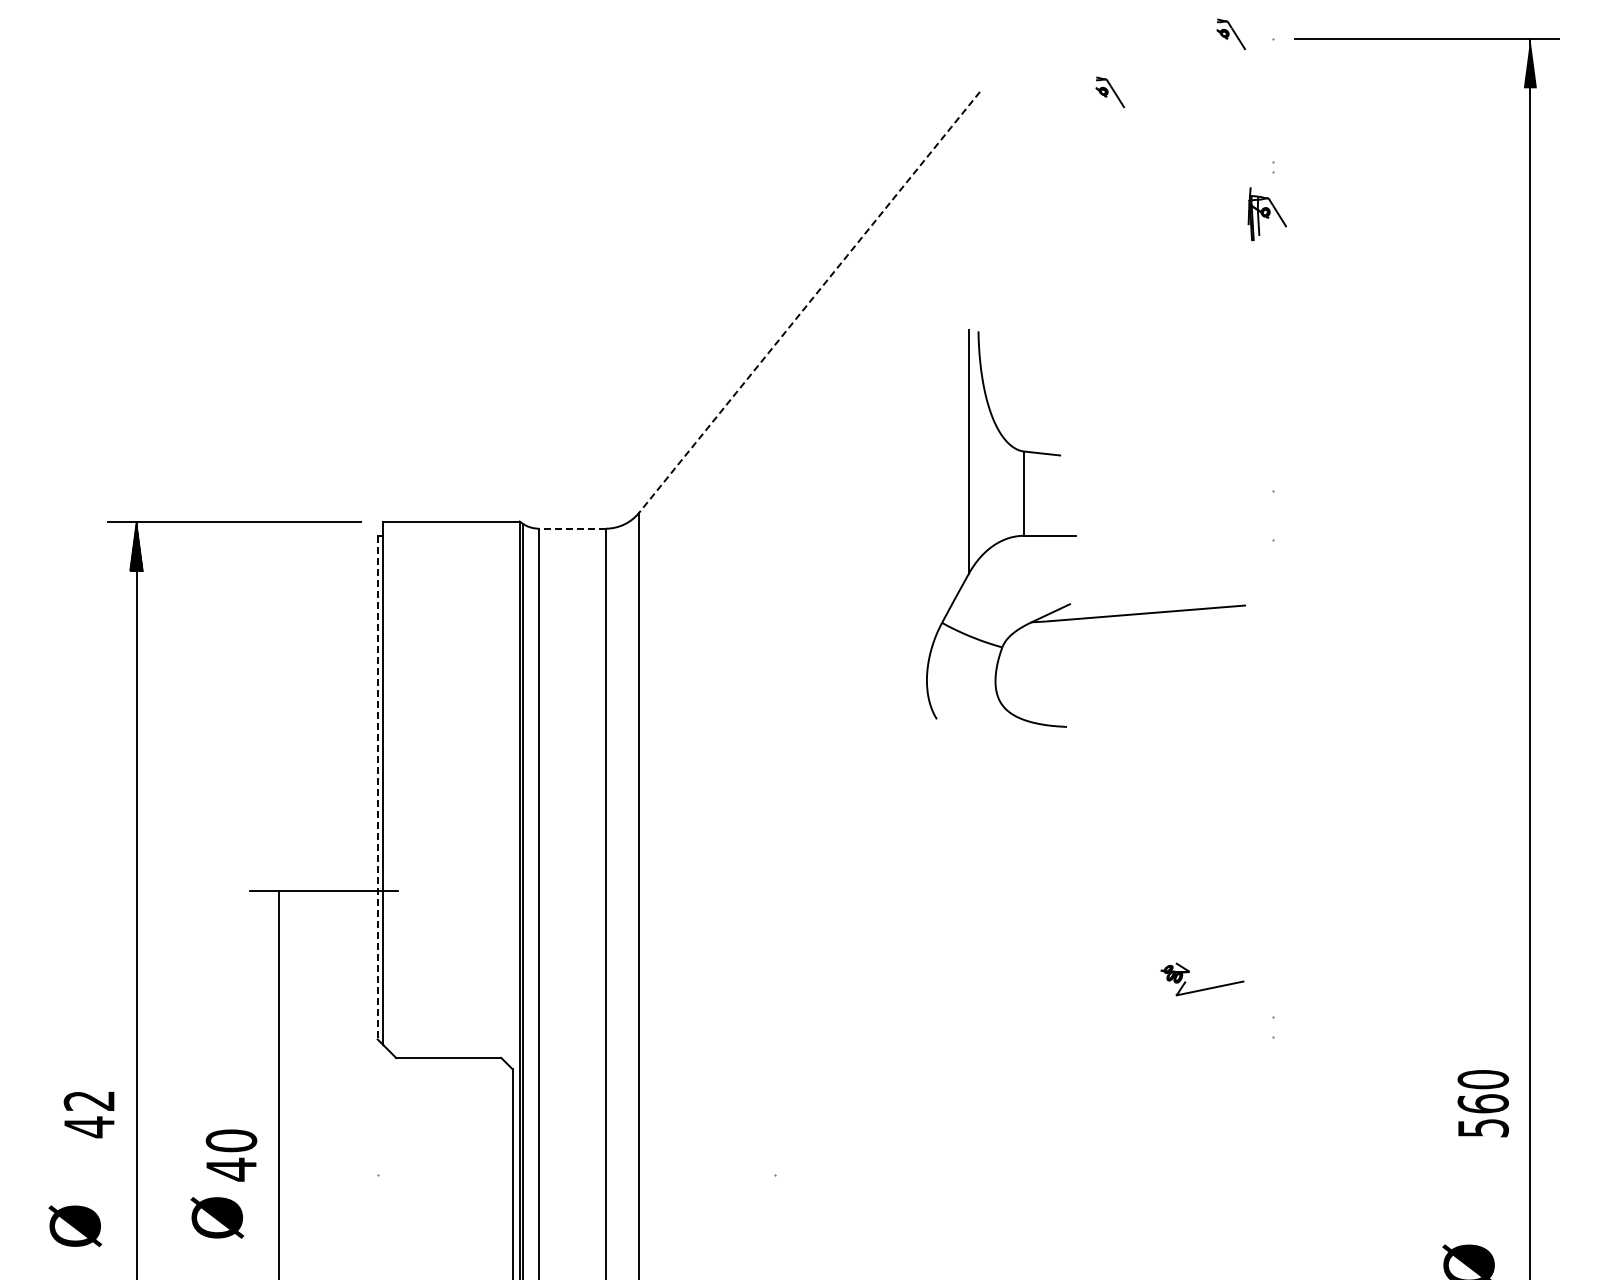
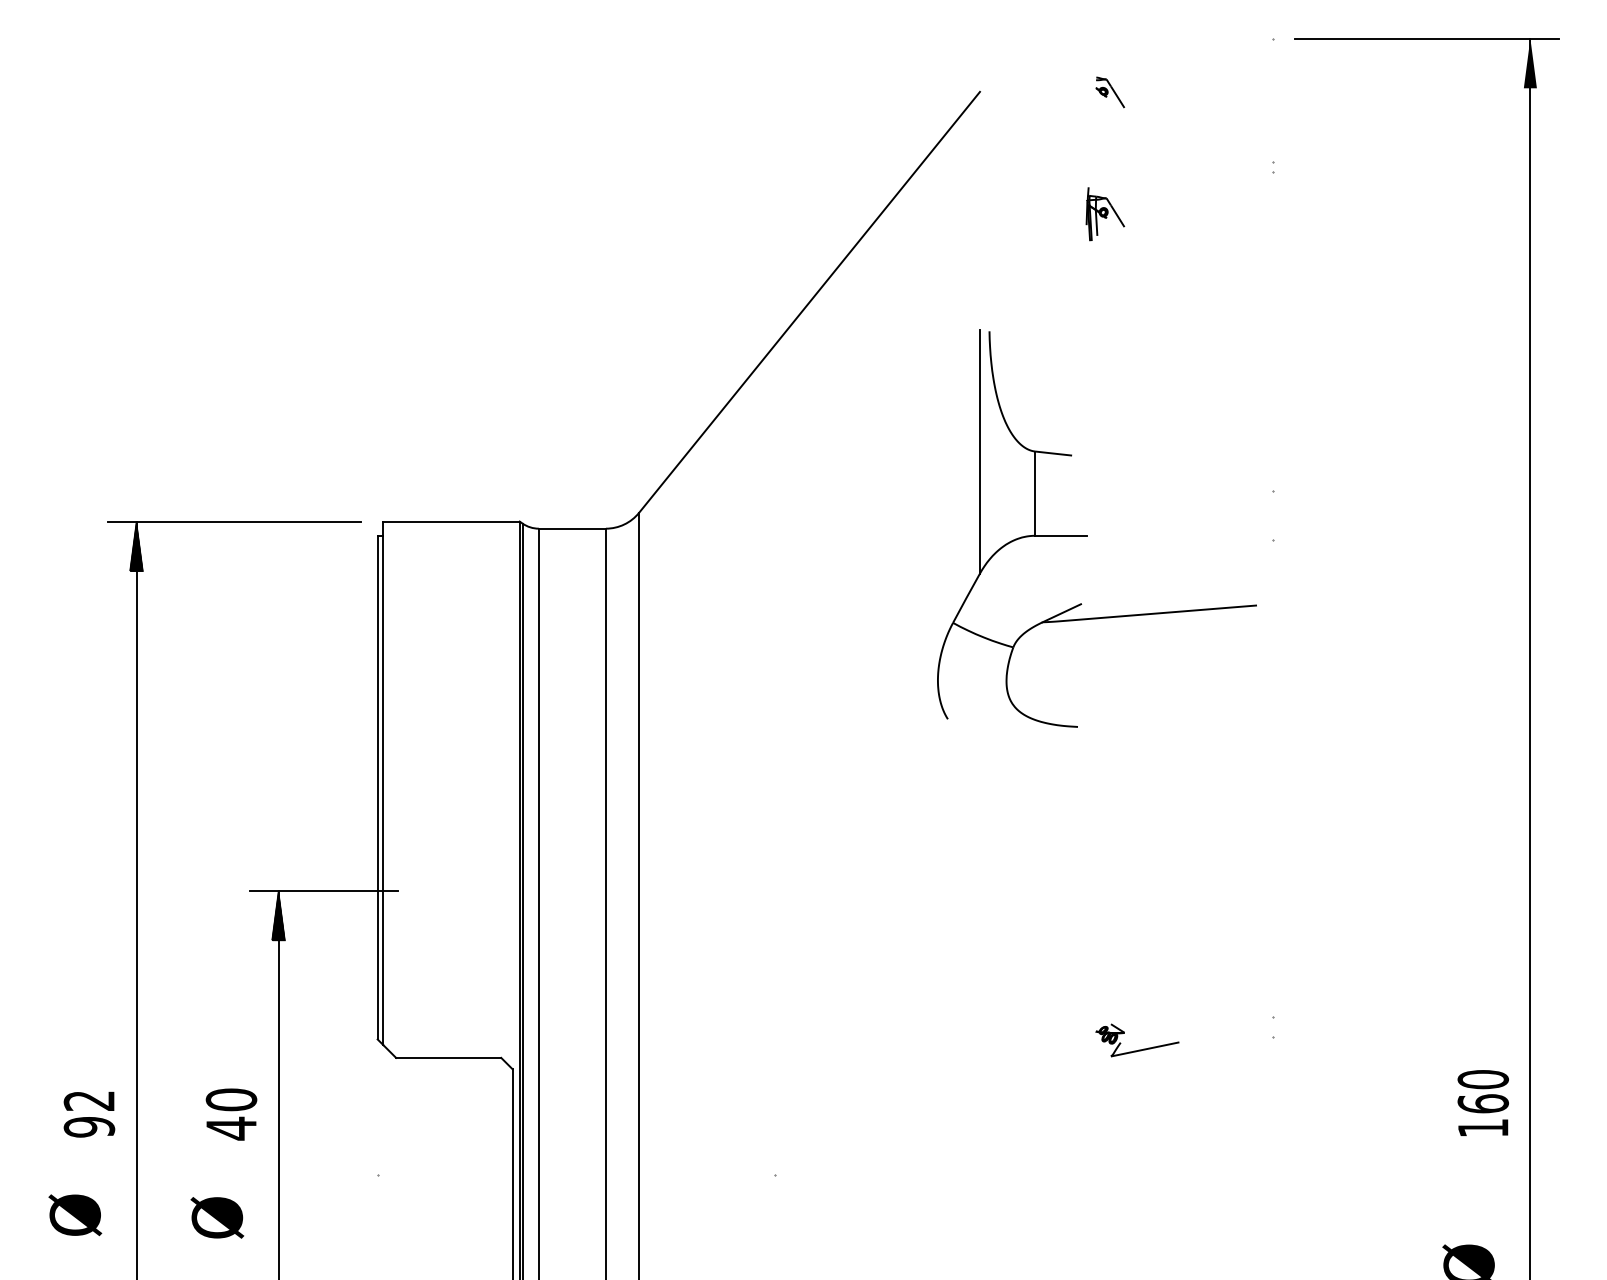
part at (1231, 34): present -> none
part at (1267, 214) position: (1267, 214) -> (1105, 214)
line at (809, 302): dashed -> solid
line at (572, 528): dashed -> solid
part at (1076, 535) position: (1076, 535) -> (1087, 535)
line at (377, 787): dashed -> solid
hatch at (278, 915): none -> present
part at (1203, 988) position: (1203, 988) -> (1138, 1049)
text at (89, 1127): 42 -> 92
text at (1483, 1128): 560 -> 160
text at (231, 1155) position: (231, 1155) -> (231, 1114)
text at (75, 1226) position: (75, 1226) -> (75, 1215)
